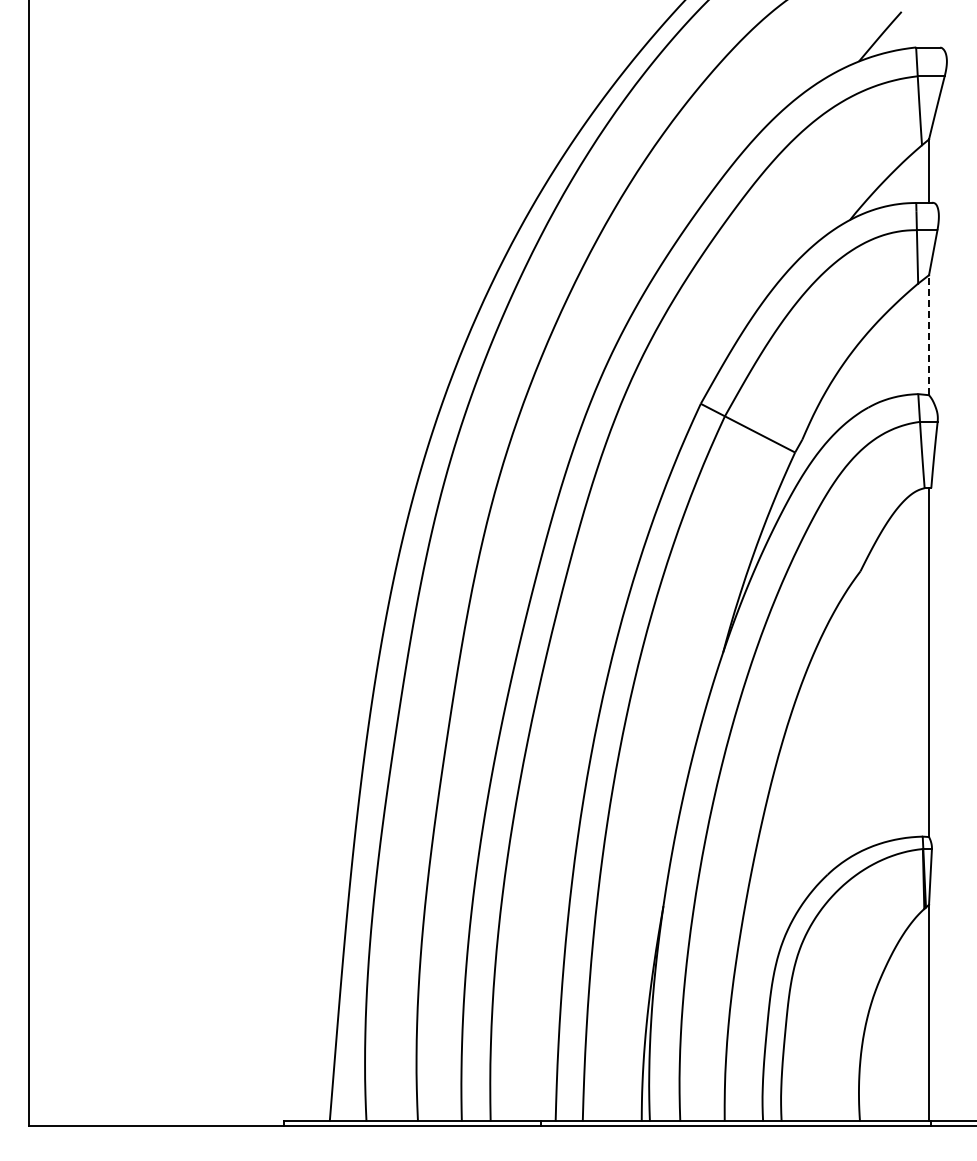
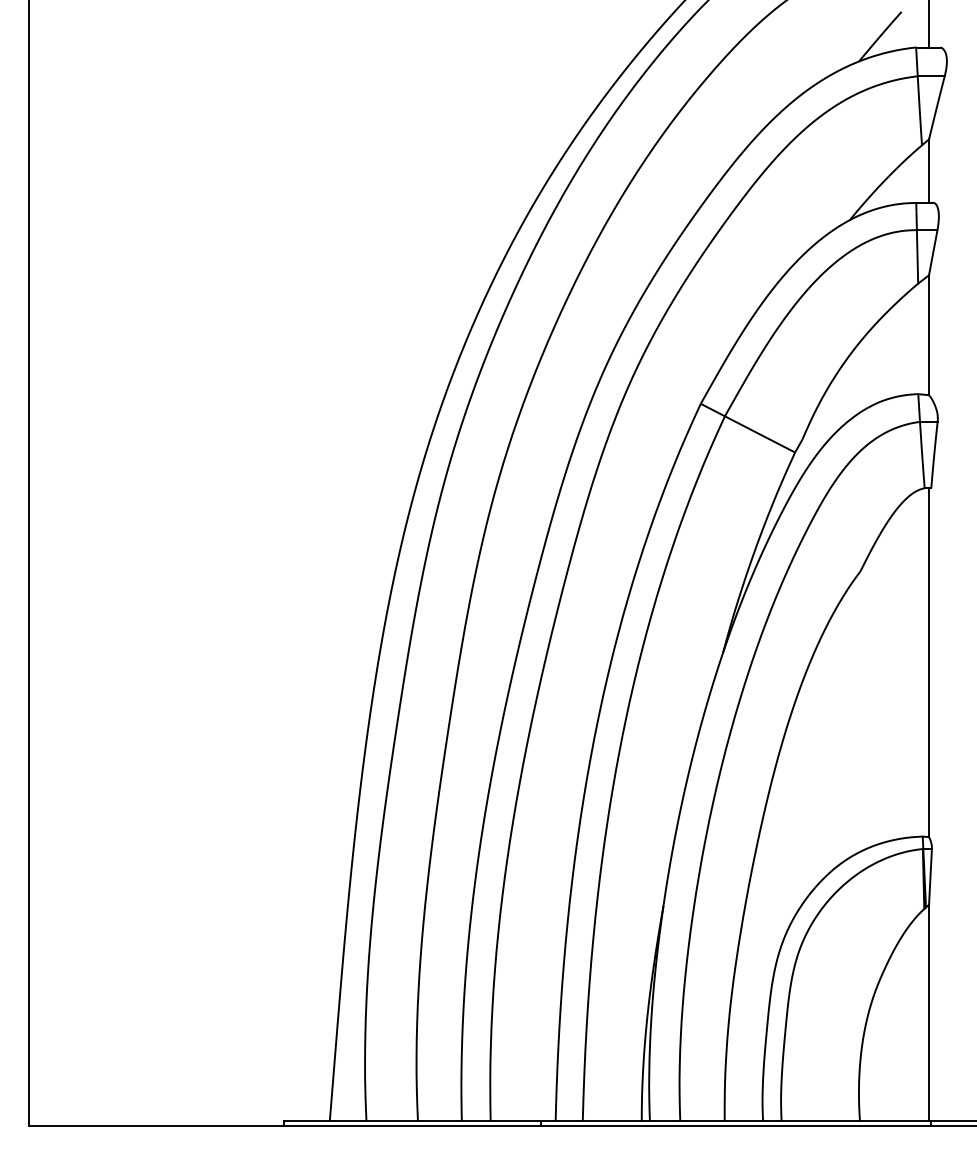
line at (929, 24): none -> present
line at (929, 335): dashed -> solid
